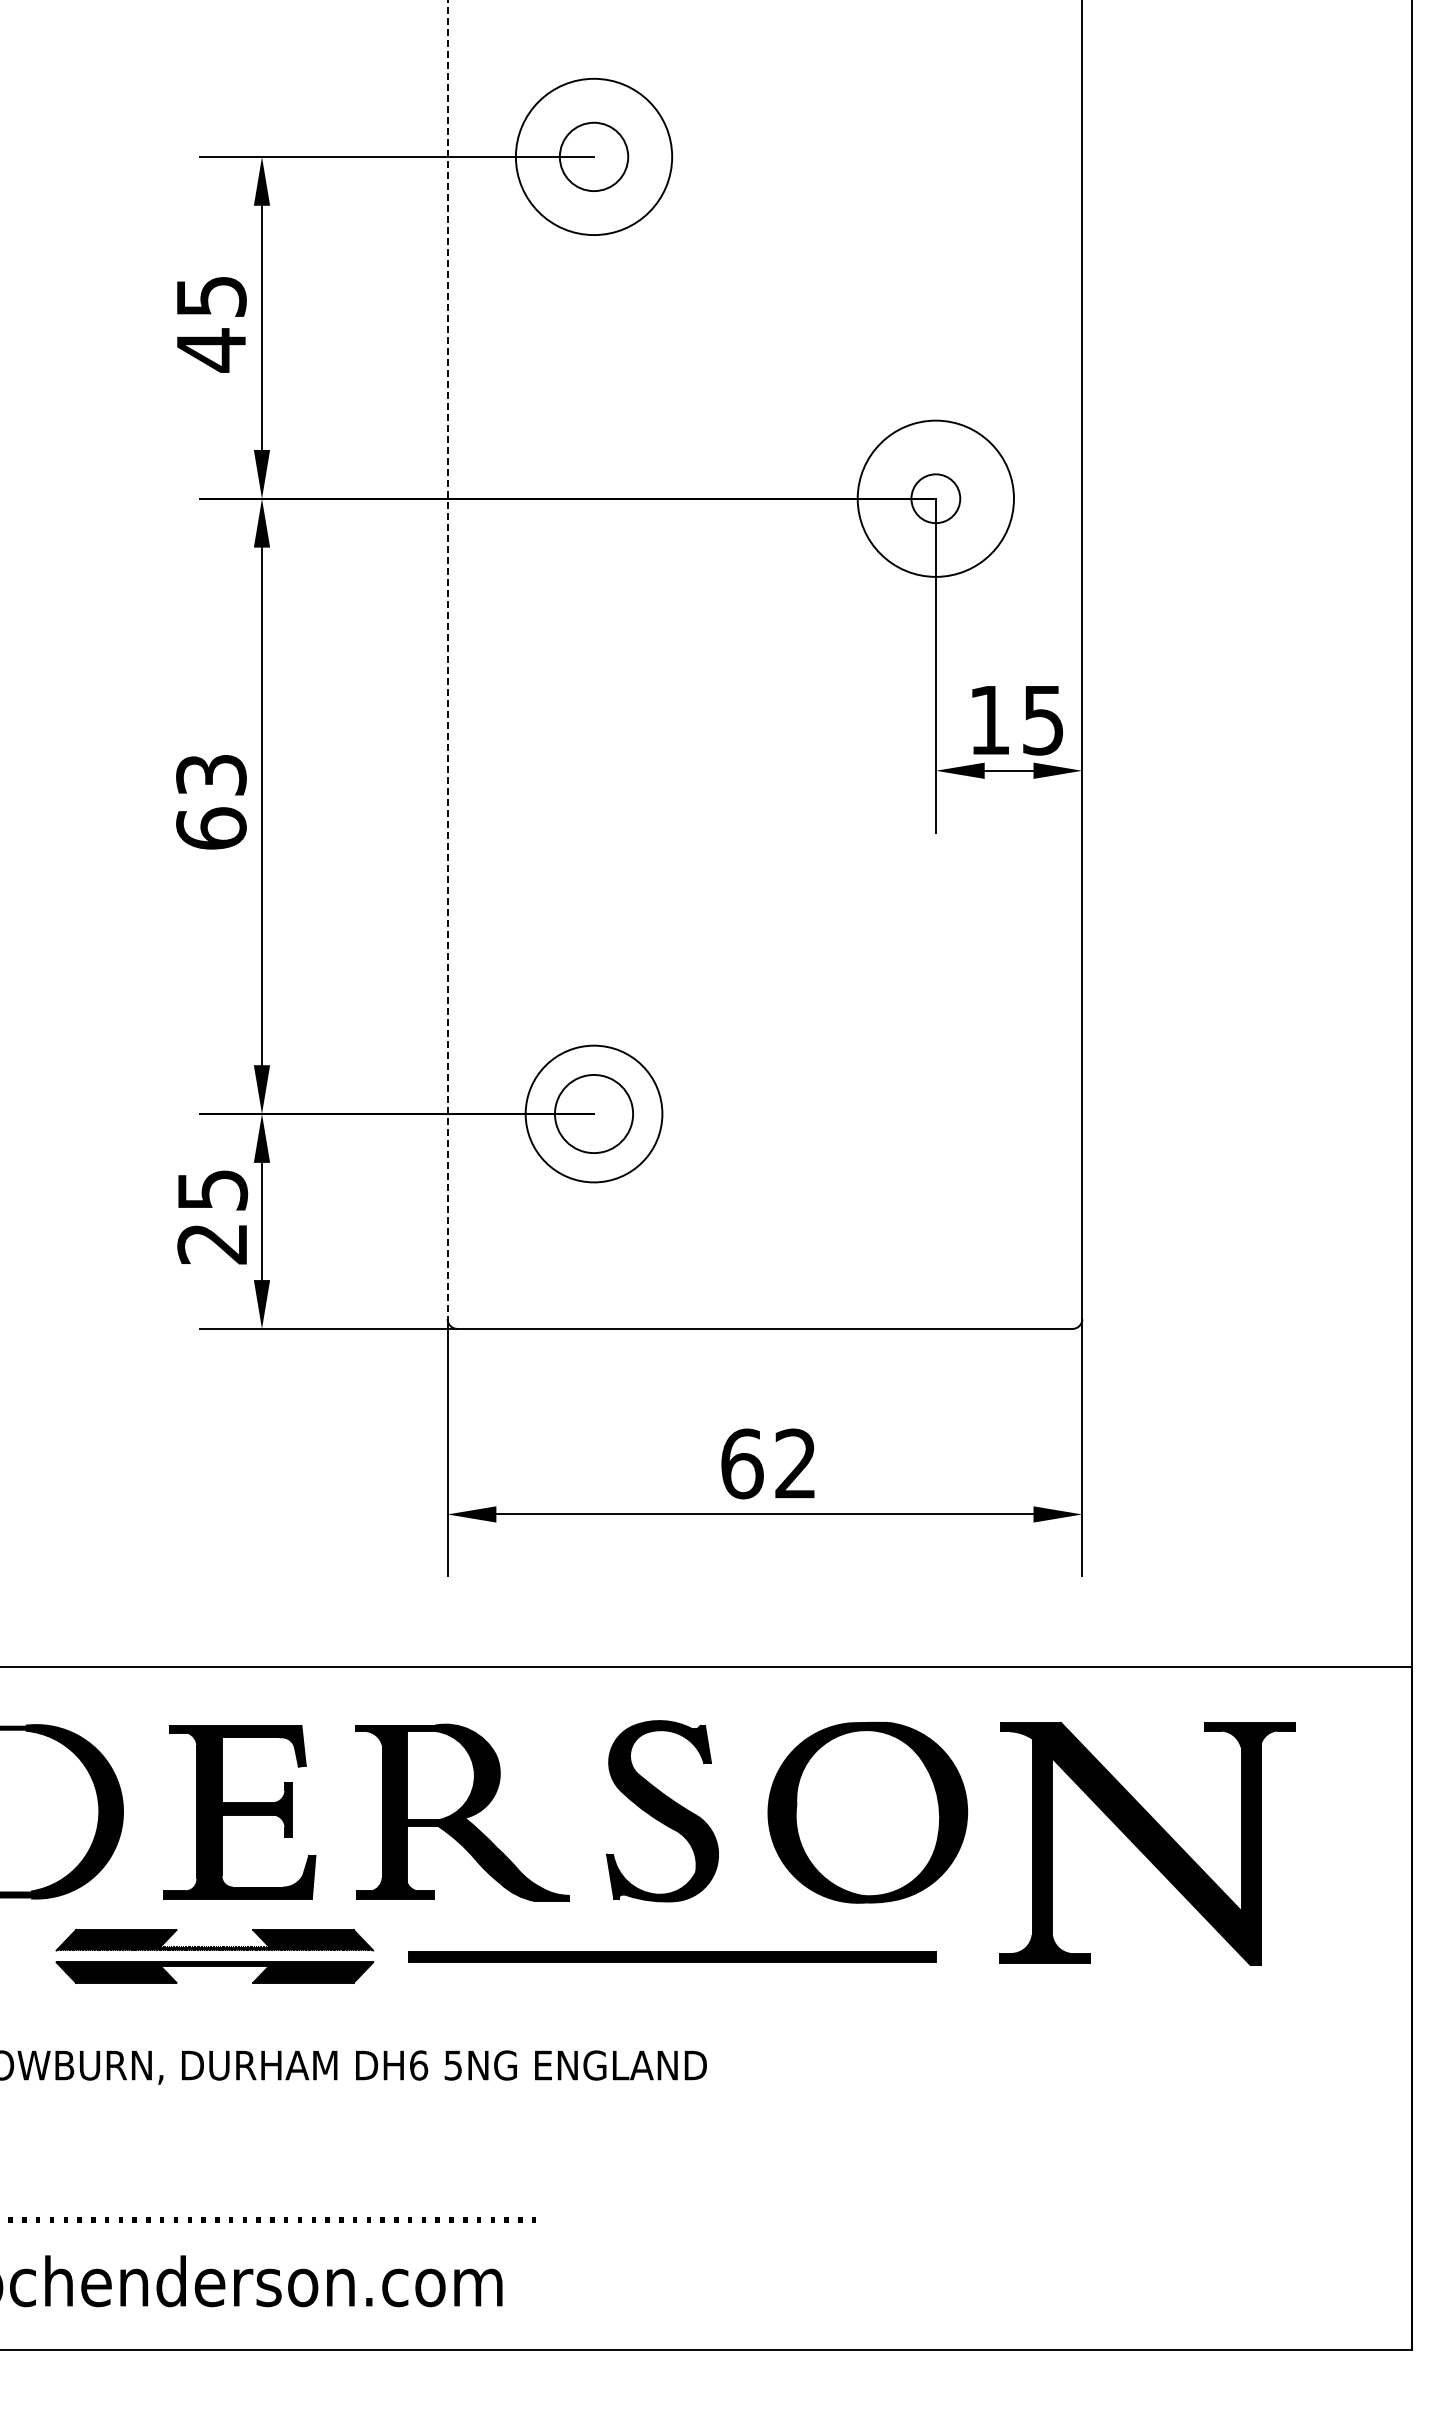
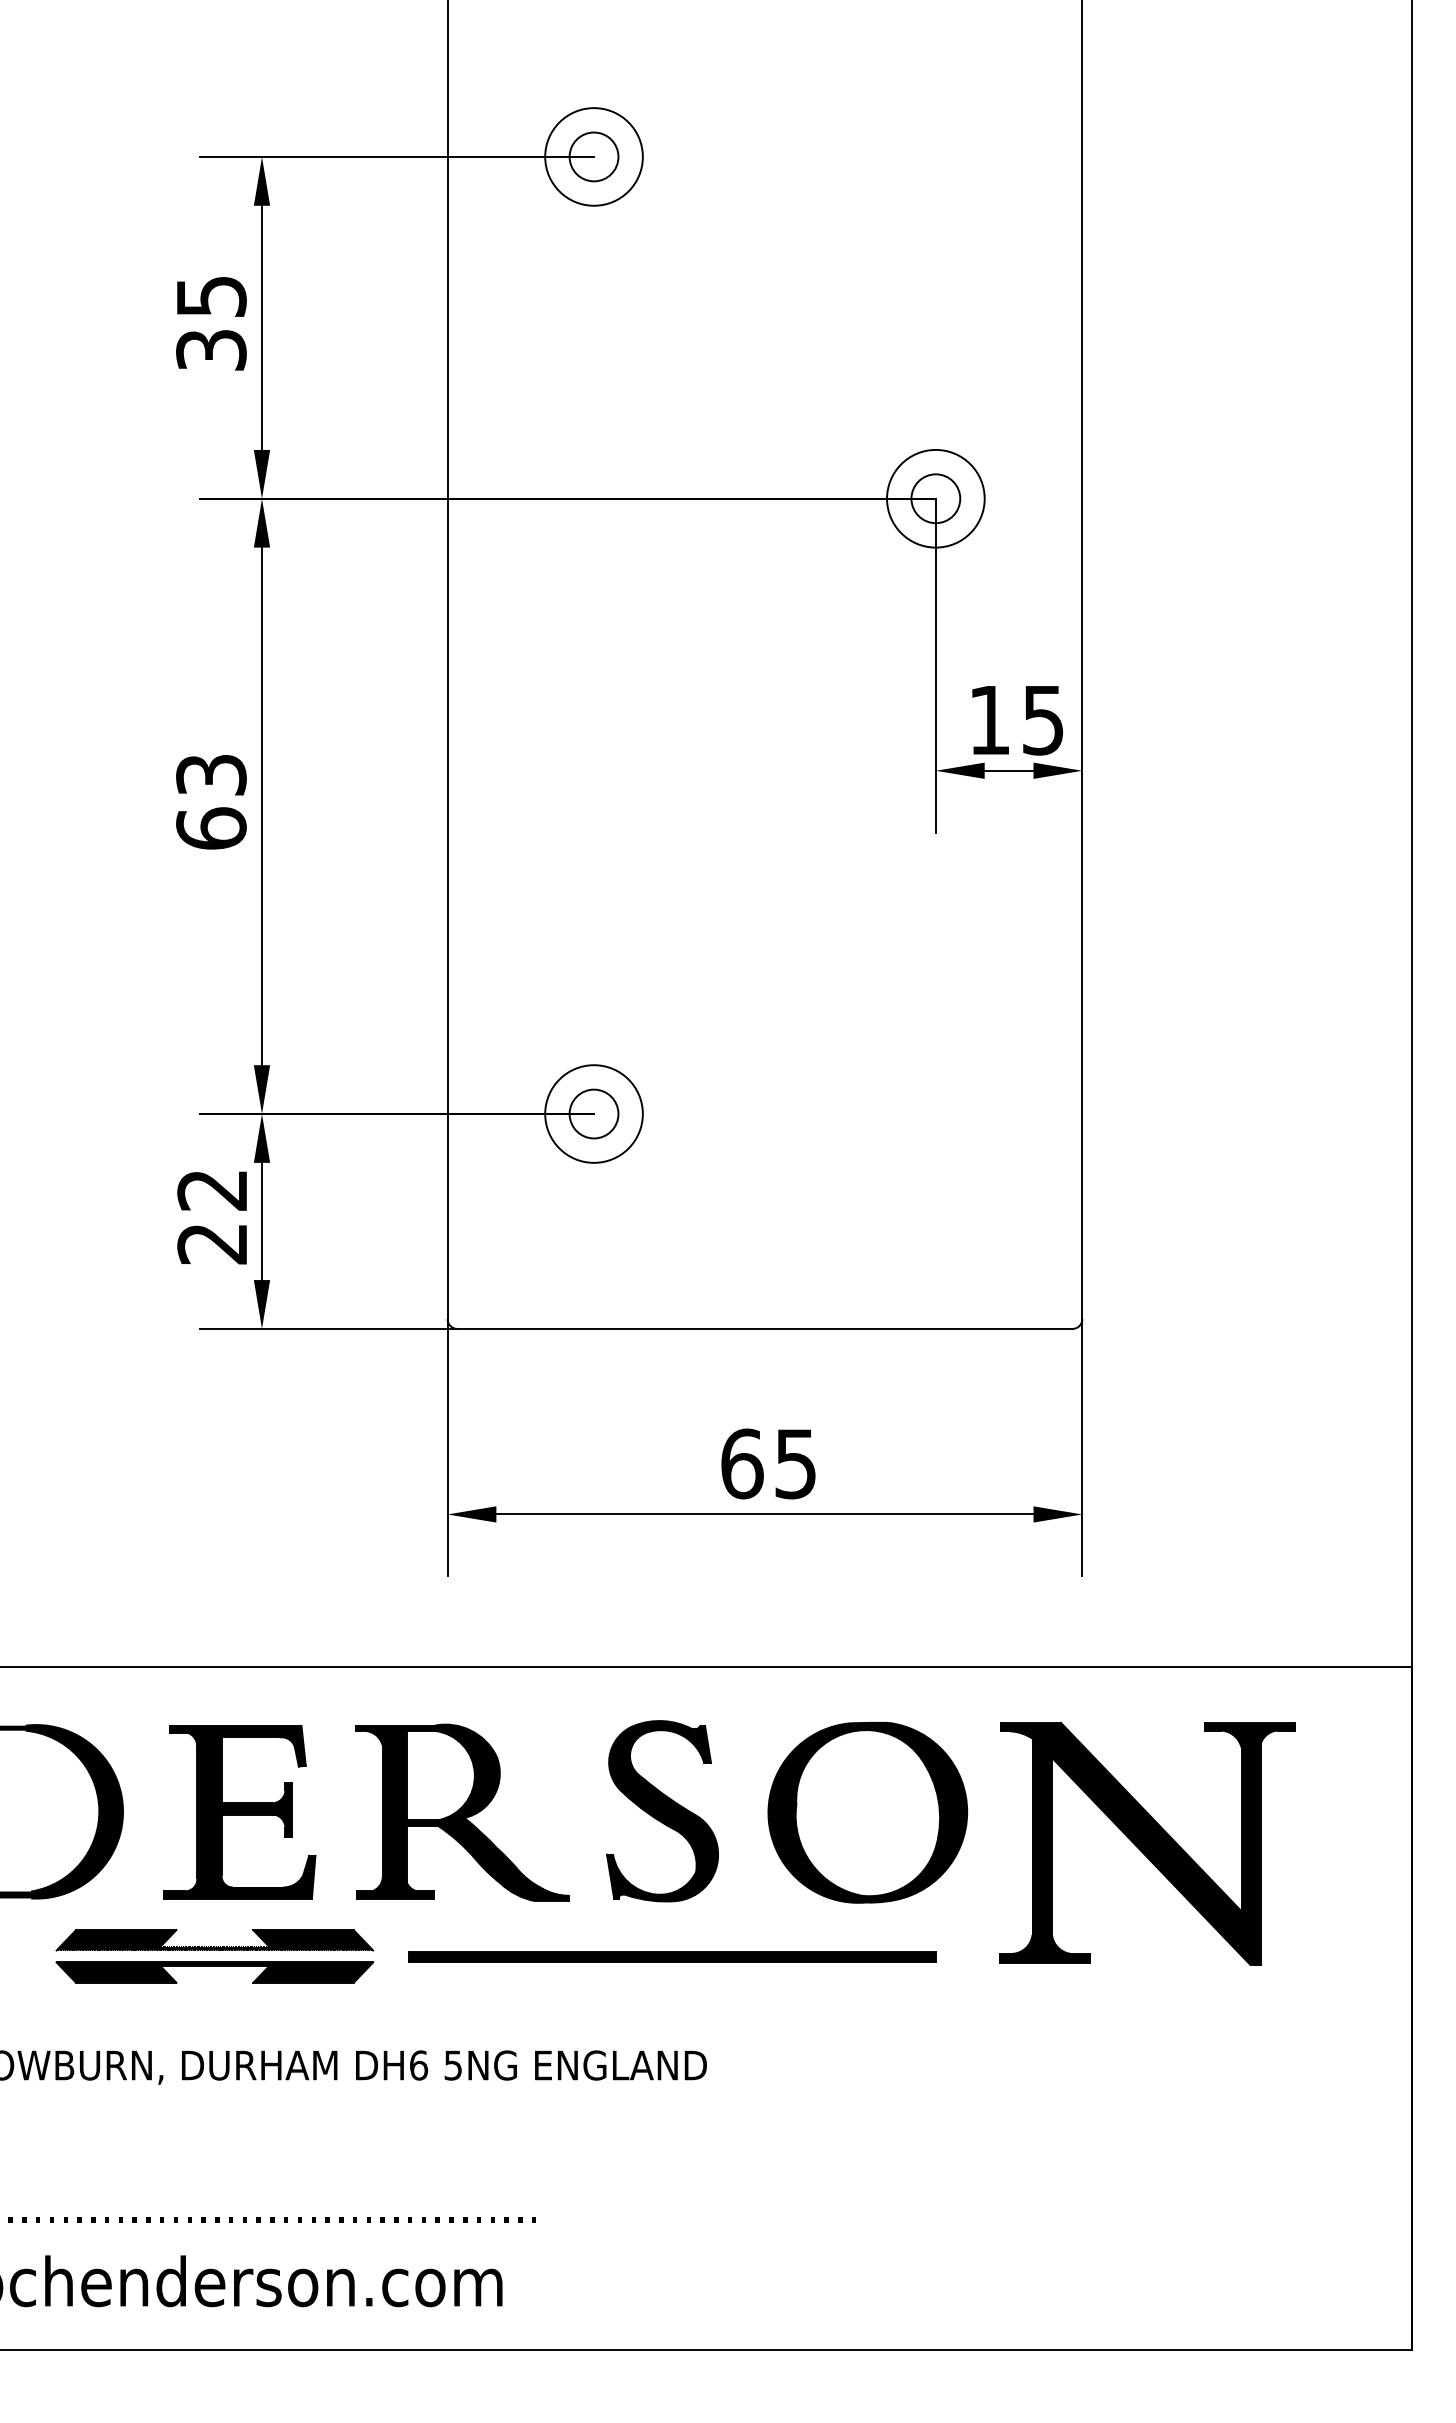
circle at (593, 156) diameter: 156 px -> 98 px
circle at (593, 156) diameter: 68 px -> 49 px
text at (211, 350): 45 -> 35
circle at (935, 498) diameter: 156 px -> 98 px
line at (447, 660): dashed -> solid
circle at (593, 1113) diameter: 137 px -> 98 px
circle at (593, 1113) diameter: 78 px -> 49 px
text at (212, 1190): 25 -> 22
text at (795, 1463): 62 -> 65
